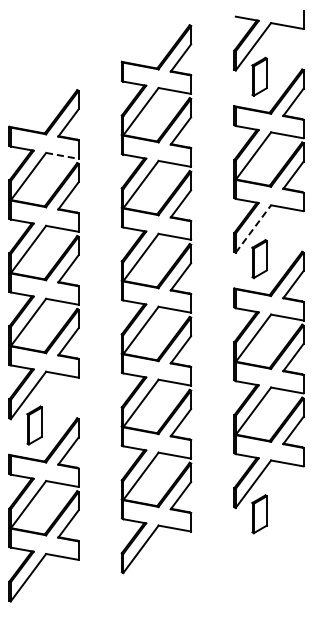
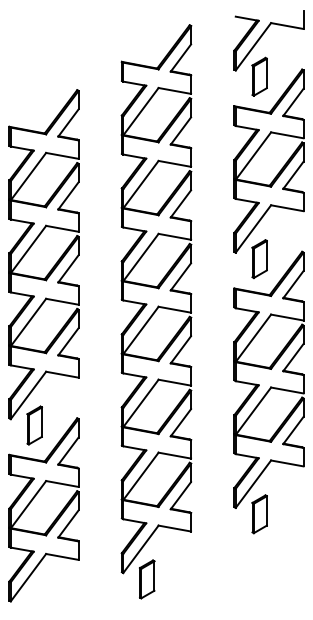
line at (62, 155): dashed -> solid
line at (253, 229): dashed -> solid
part at (147, 579): none -> present
